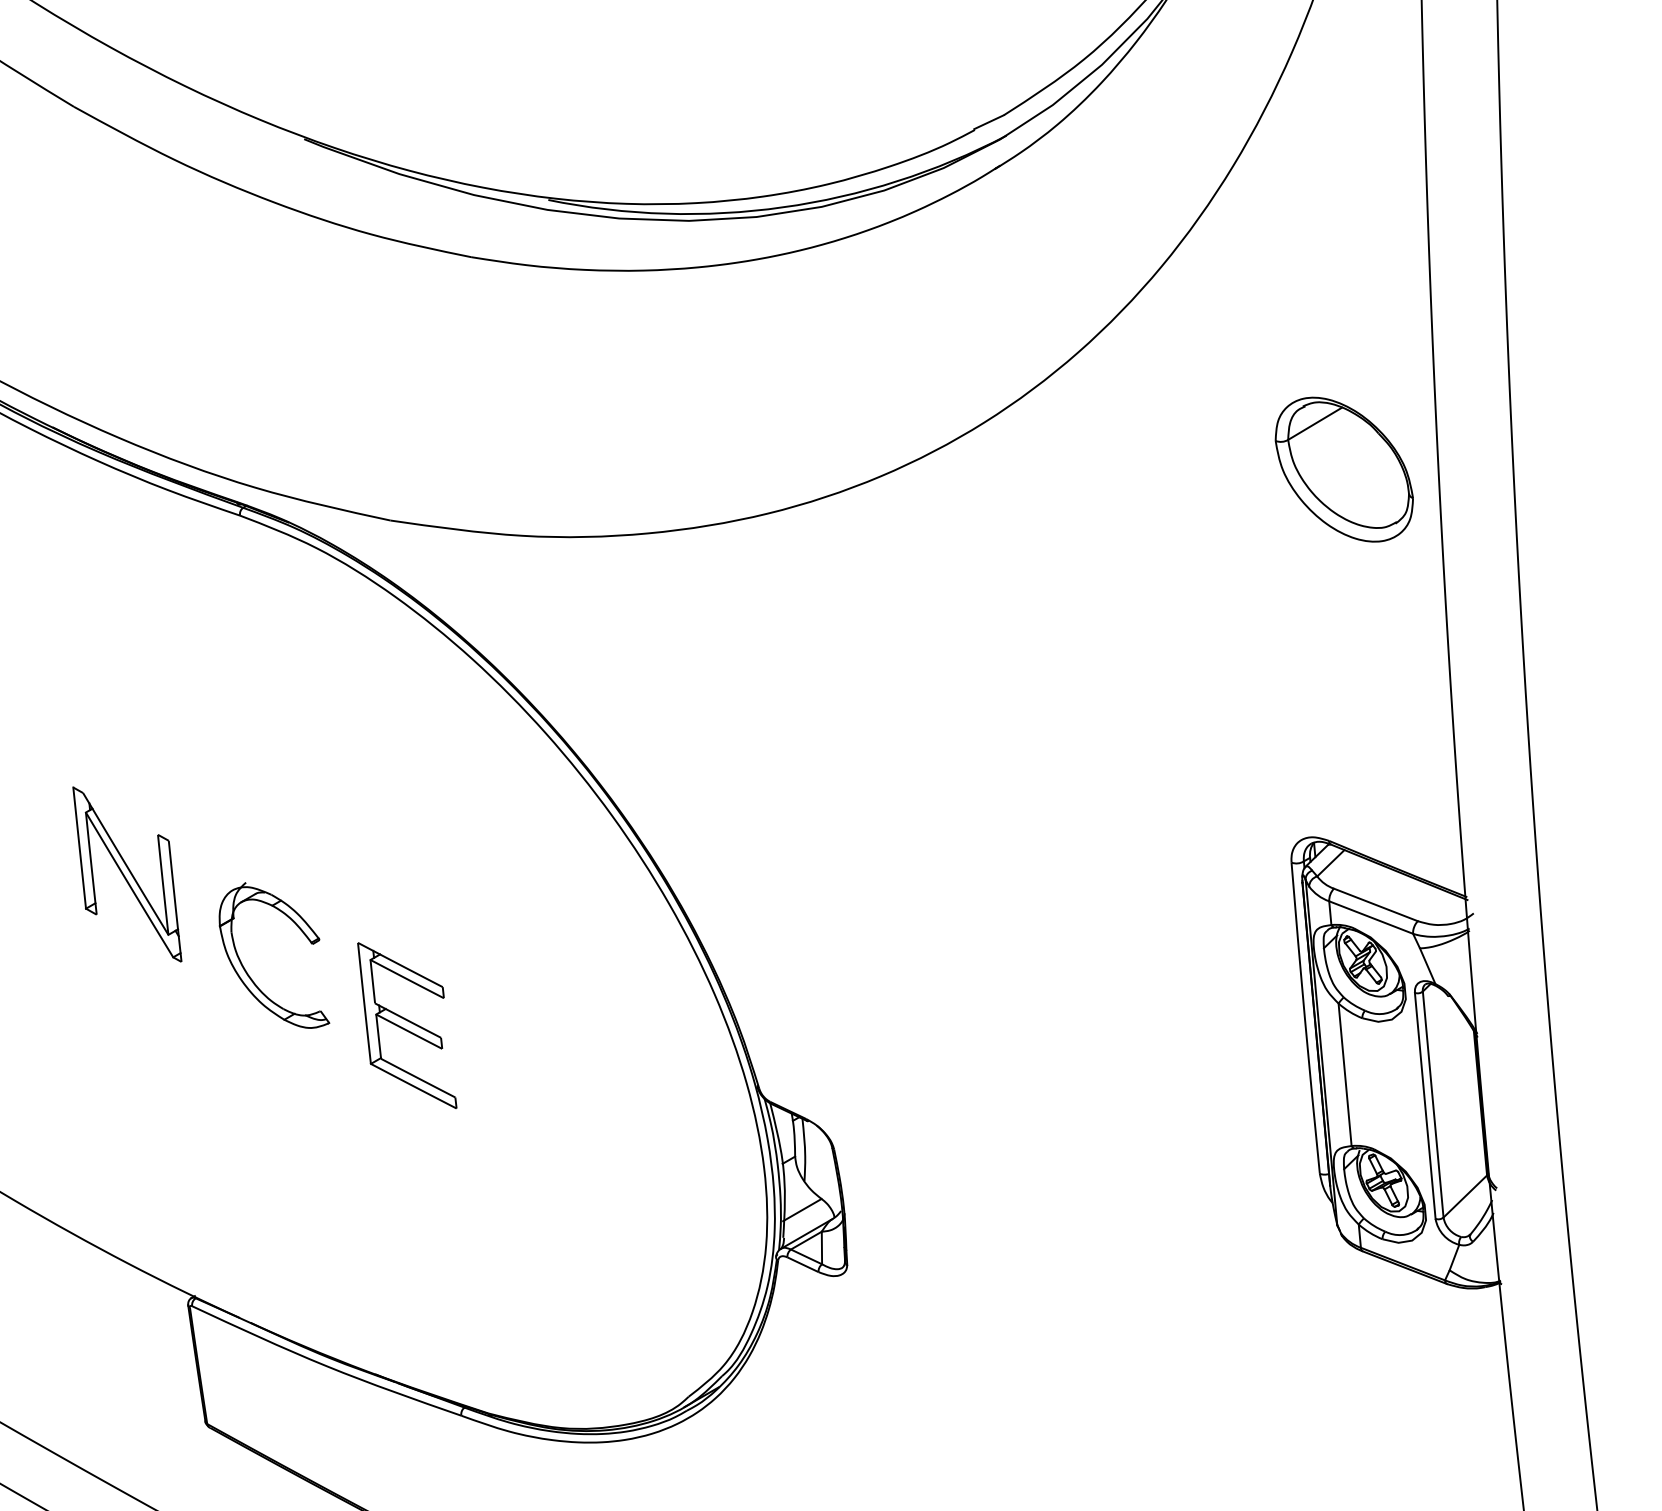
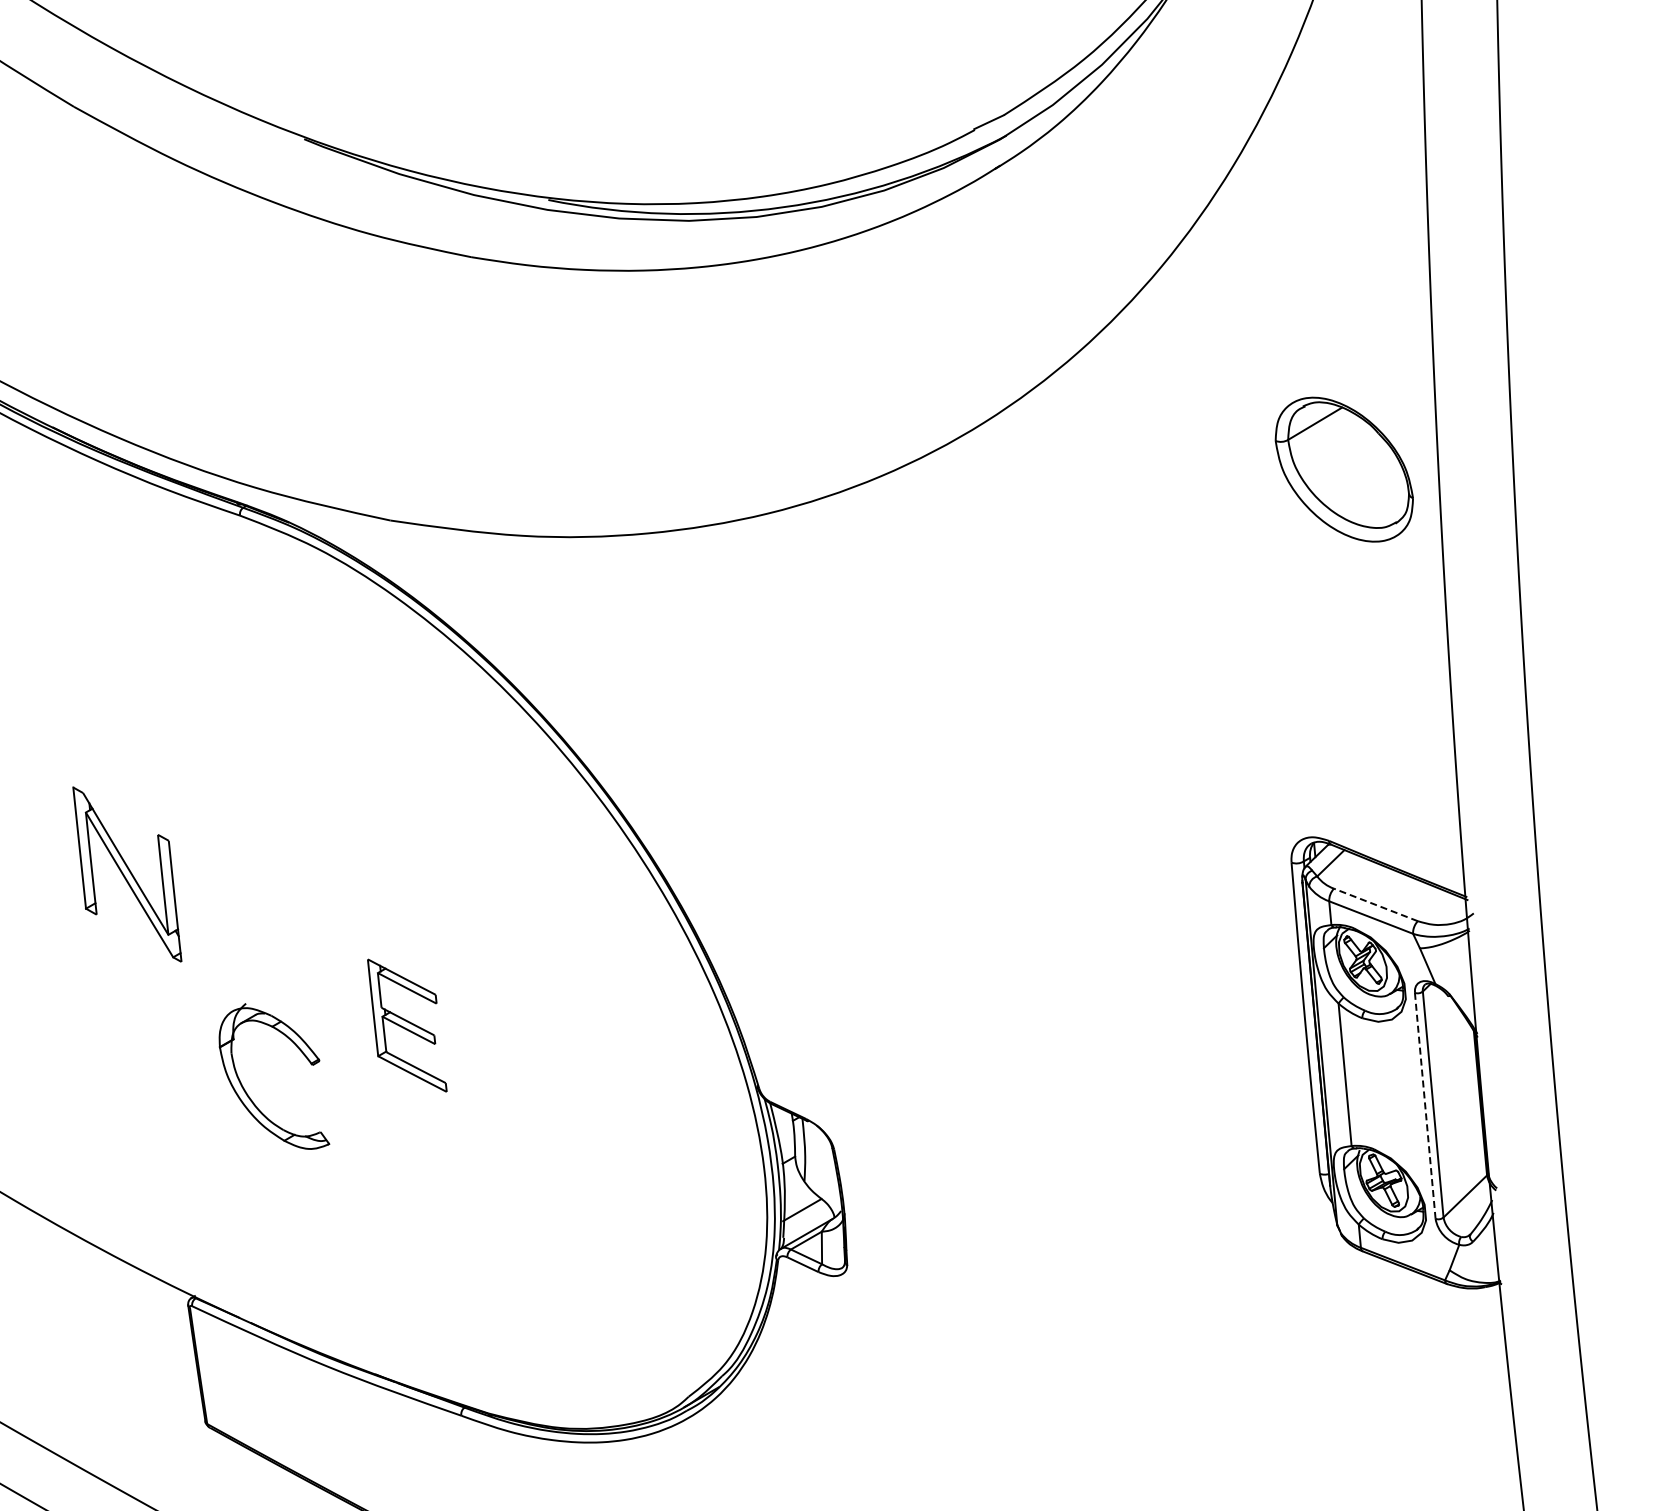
line at (1375, 904): solid -> dashed
part at (248, 973) position: (248, 973) -> (248, 1094)
part at (407, 1025) size: 101x167 px -> 81x135 px
line at (1425, 1106): solid -> dashed
